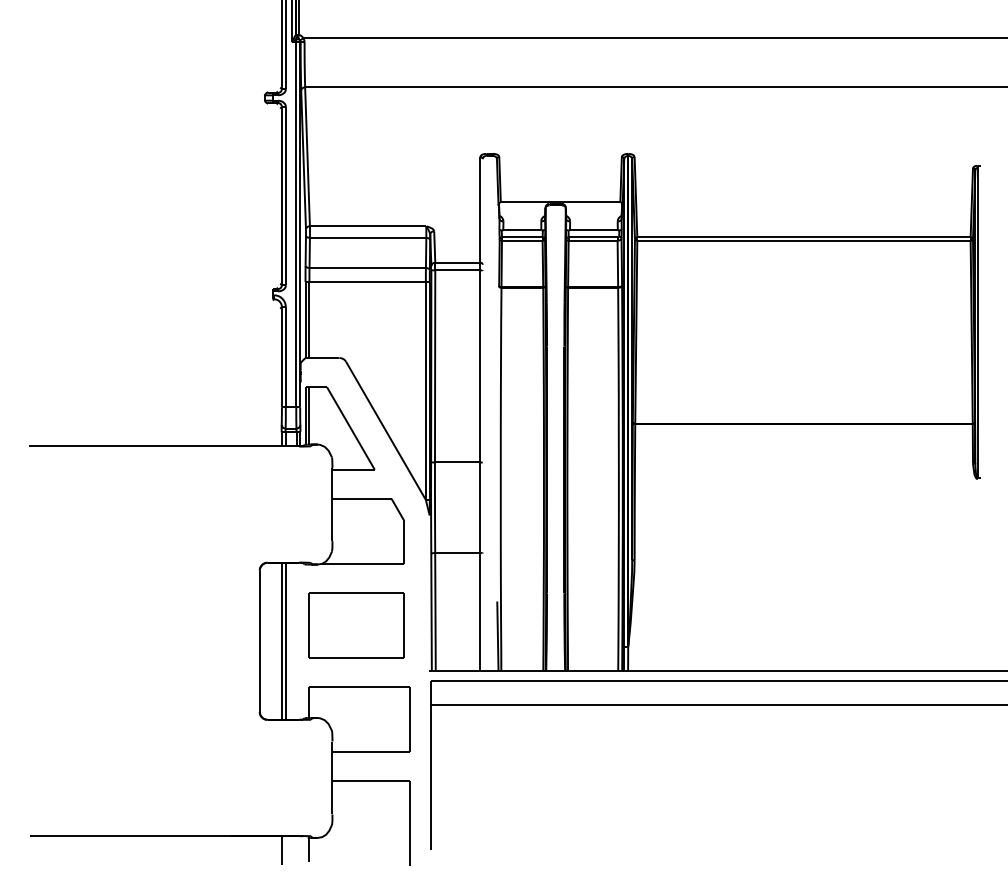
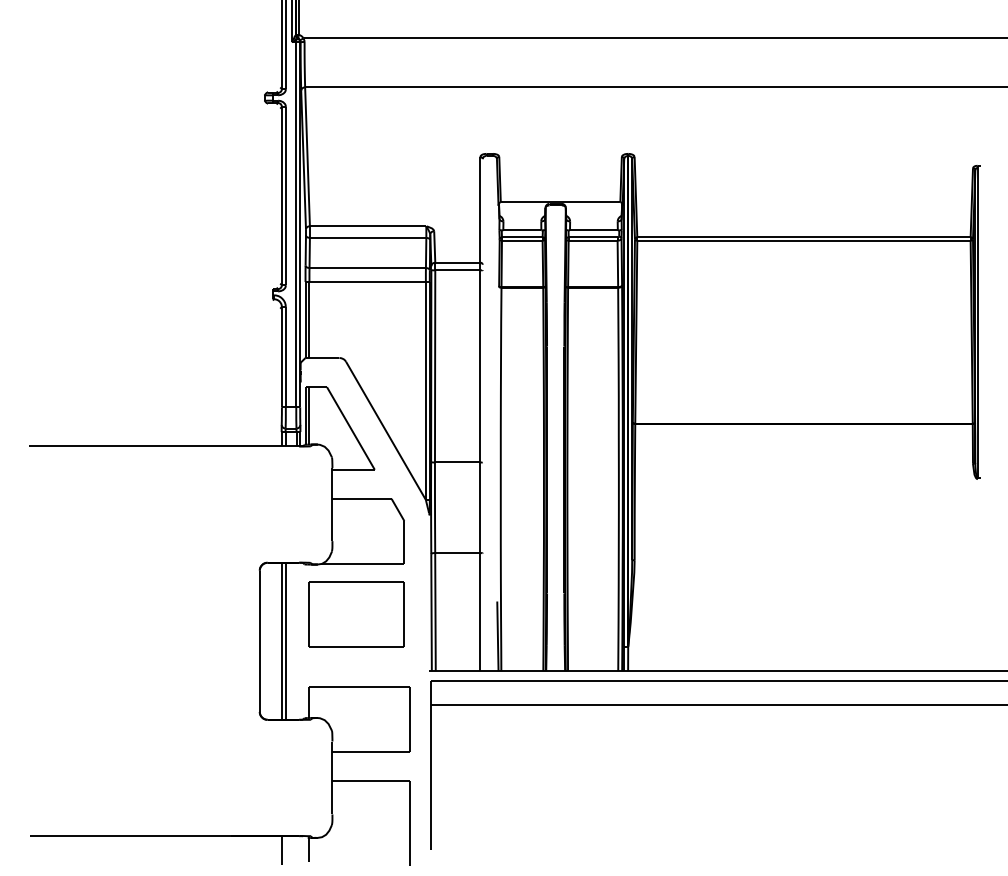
part at (356, 625) position: (356, 625) -> (356, 614)
